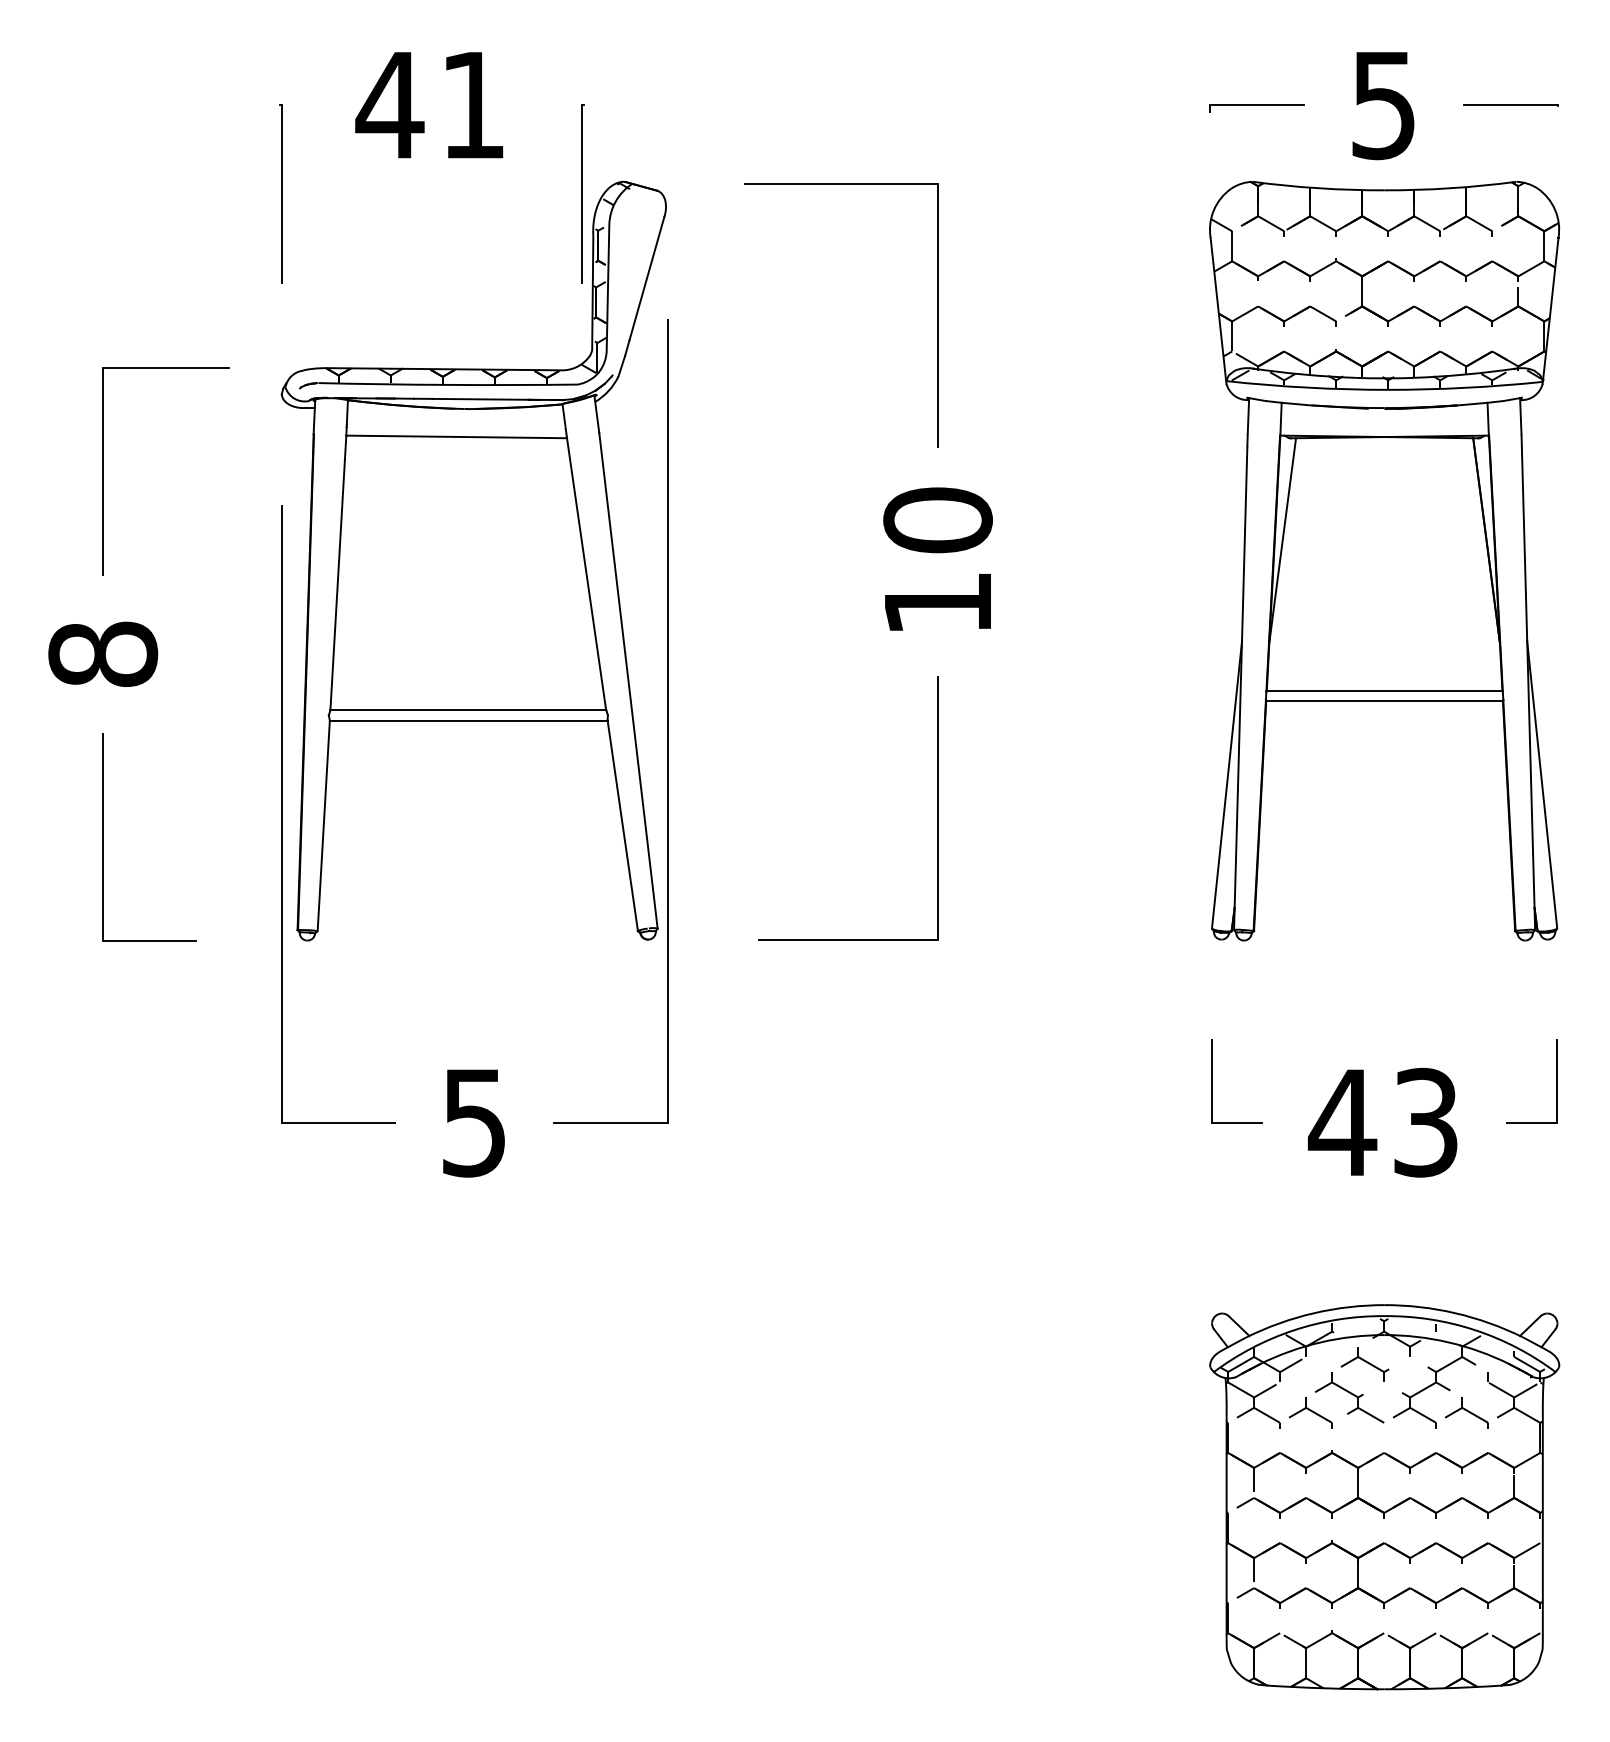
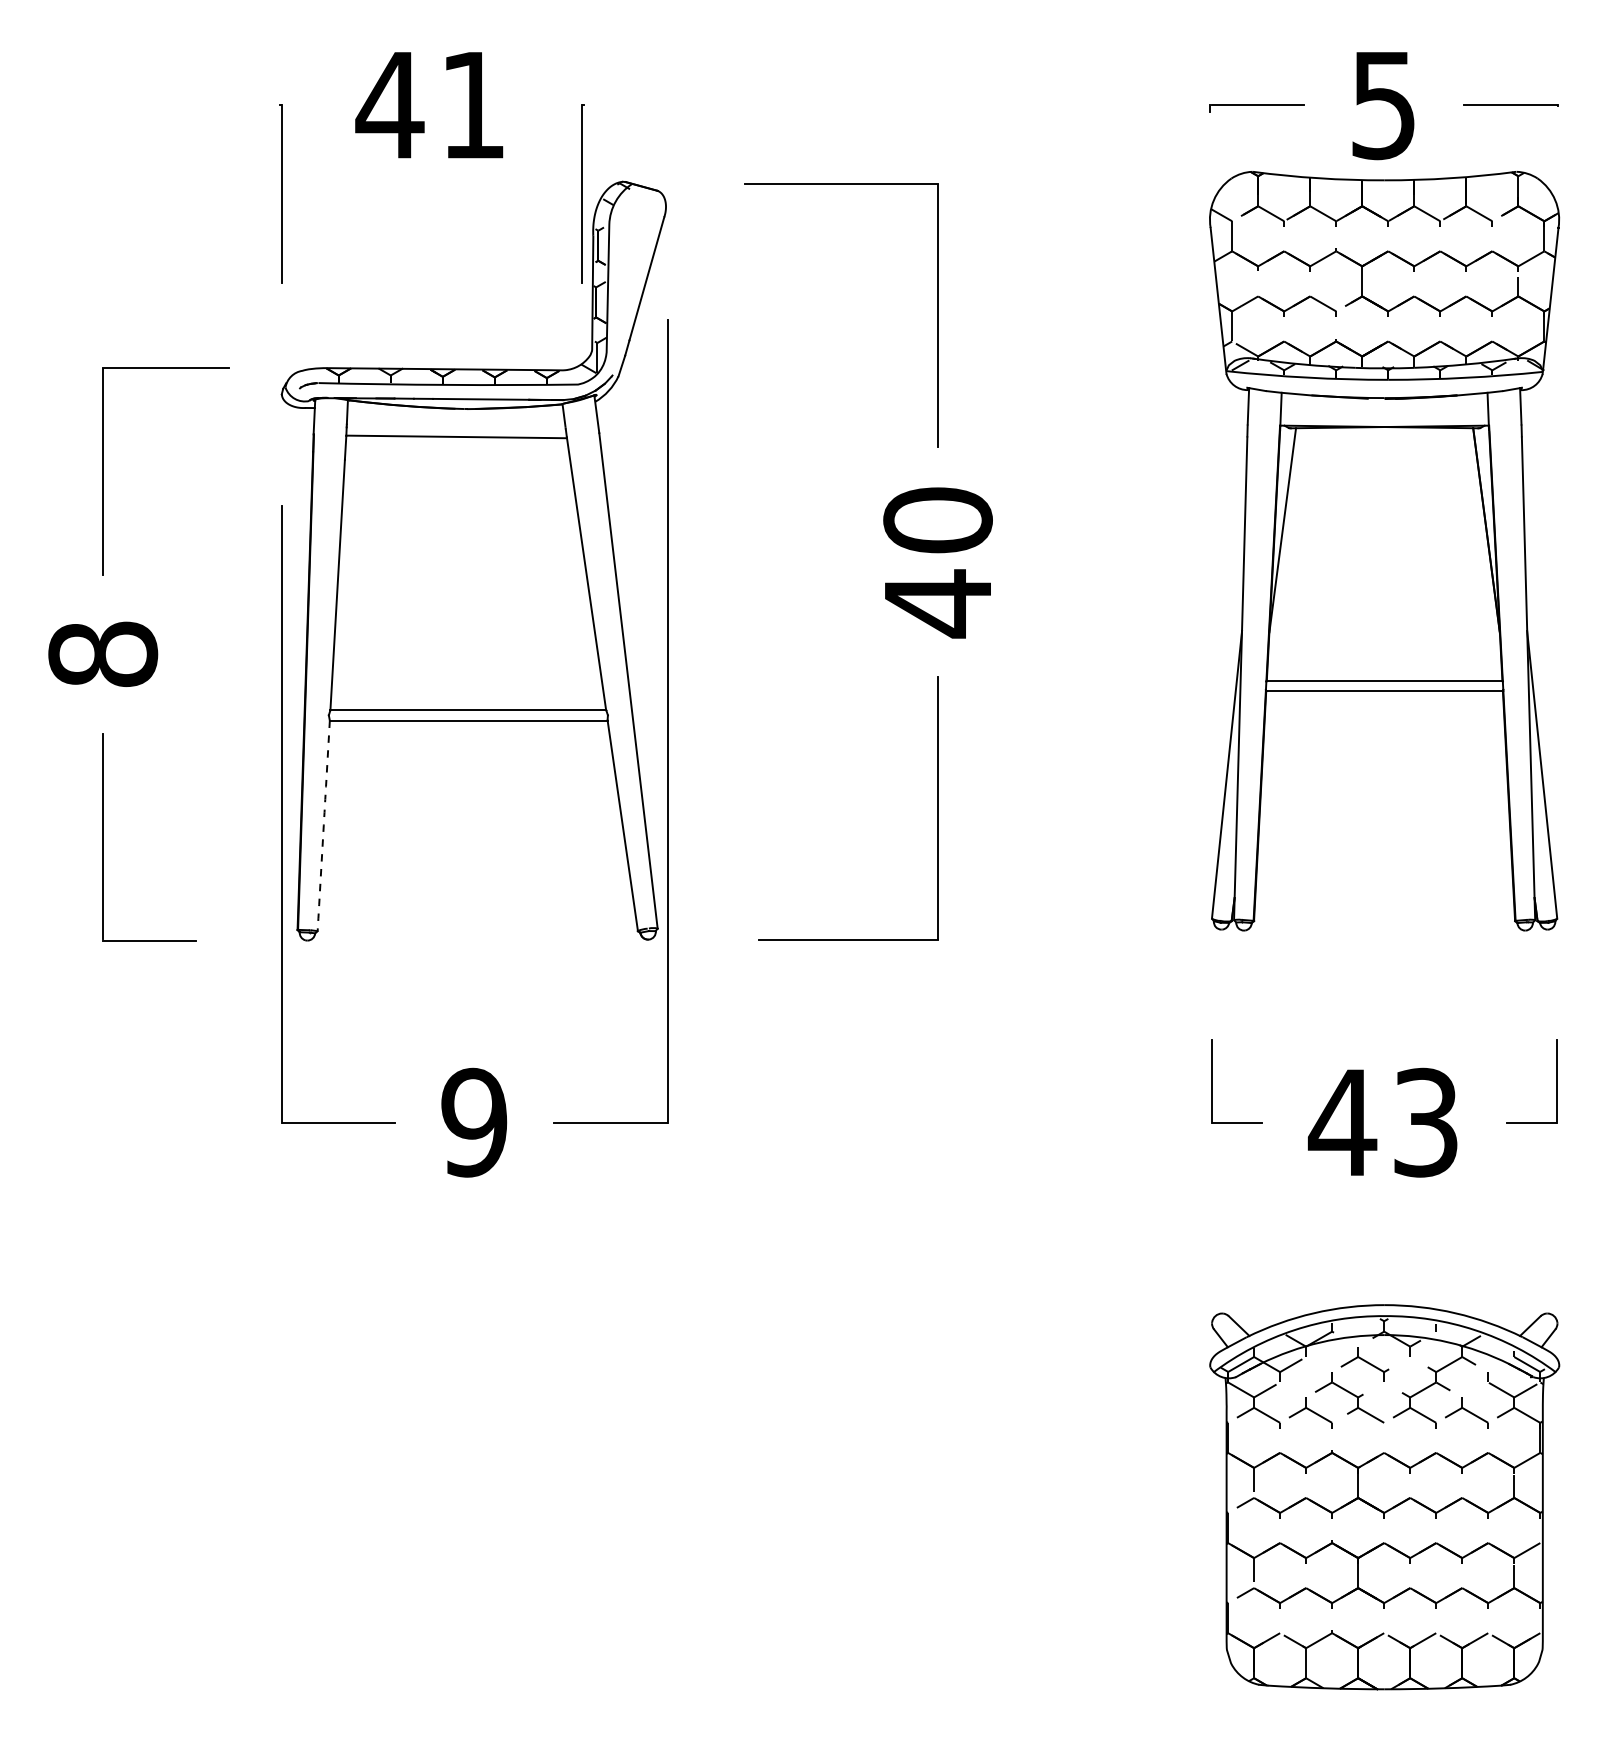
part at (1384, 561) position: (1384, 561) -> (1384, 551)
text at (937, 603): 10 -> 40
arc at (323, 825): solid -> dashed
text at (474, 1122): 5 -> 9
